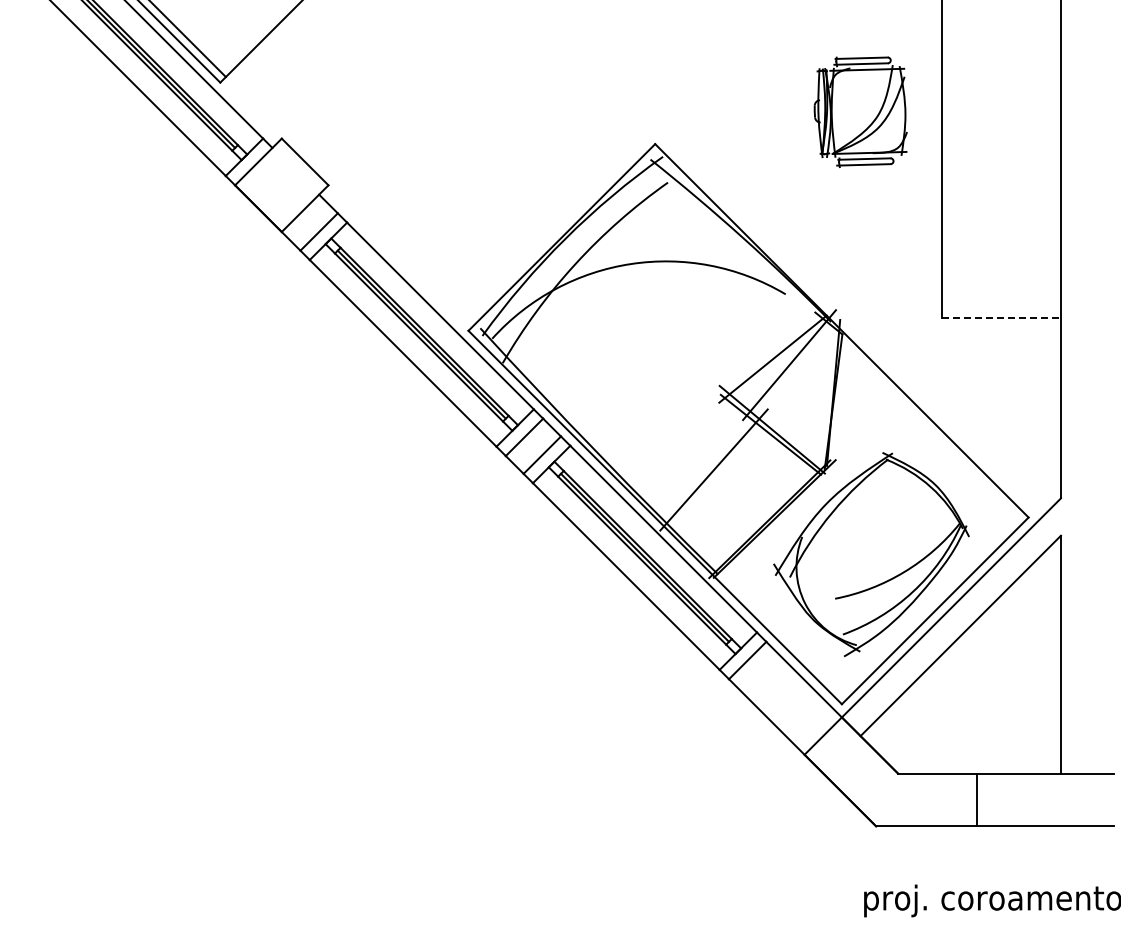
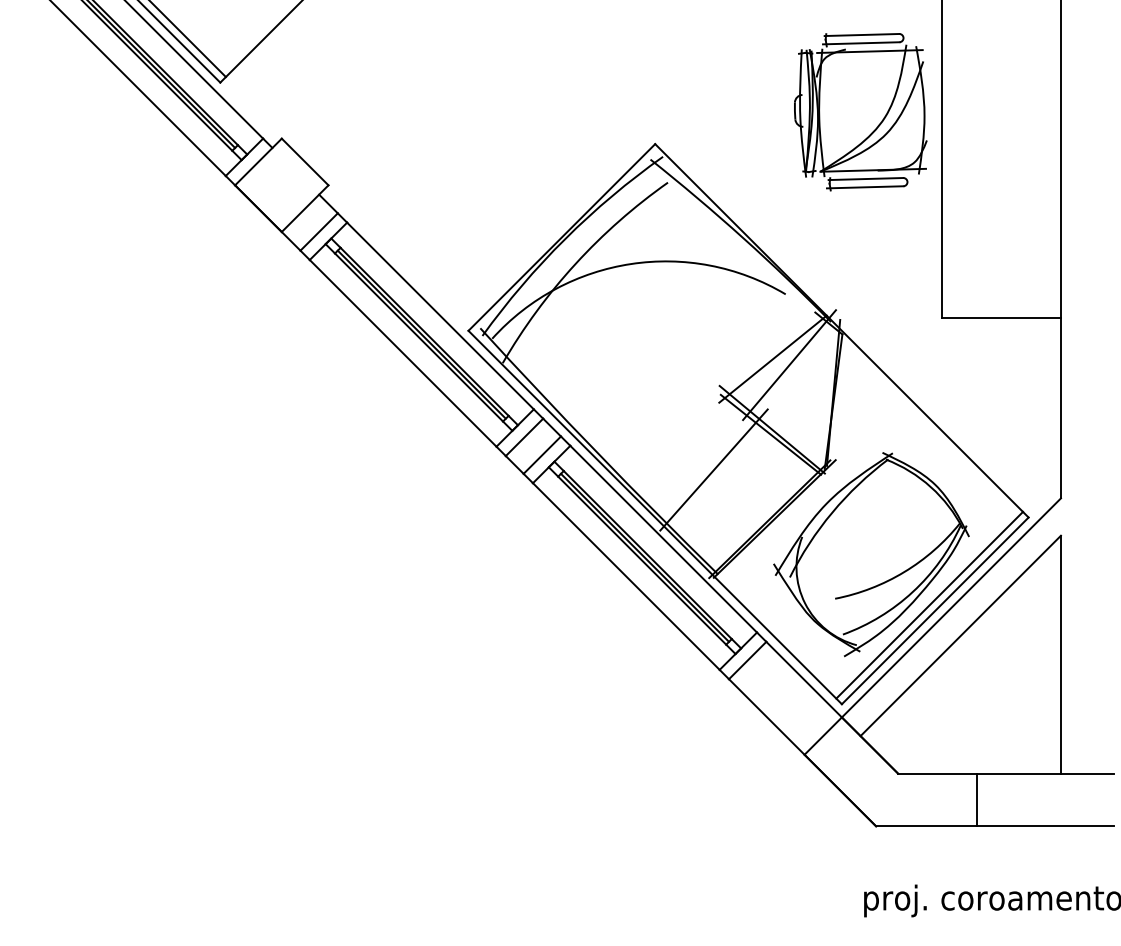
part at (860, 111) size: 95x112 px -> 134x159 px
line at (1002, 318): dashed -> solid
line at (929, 604): none -> present
